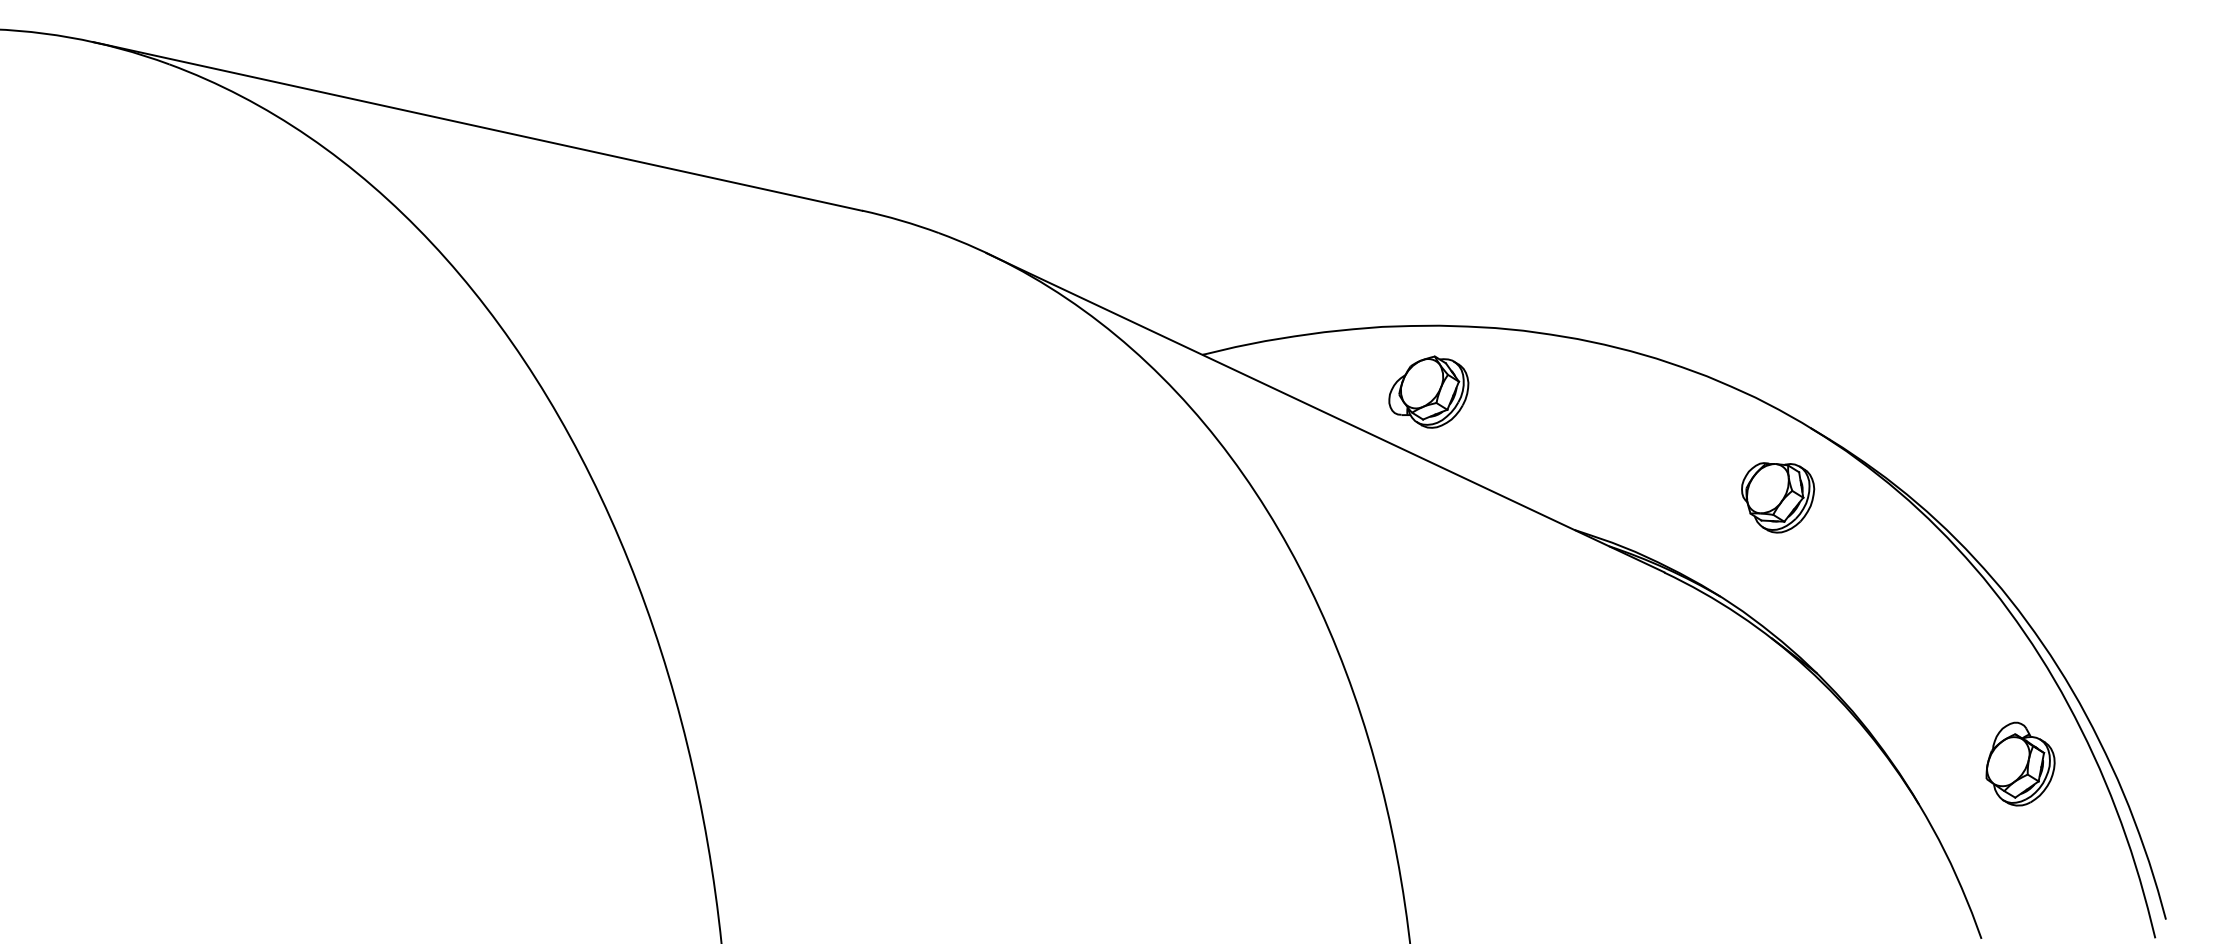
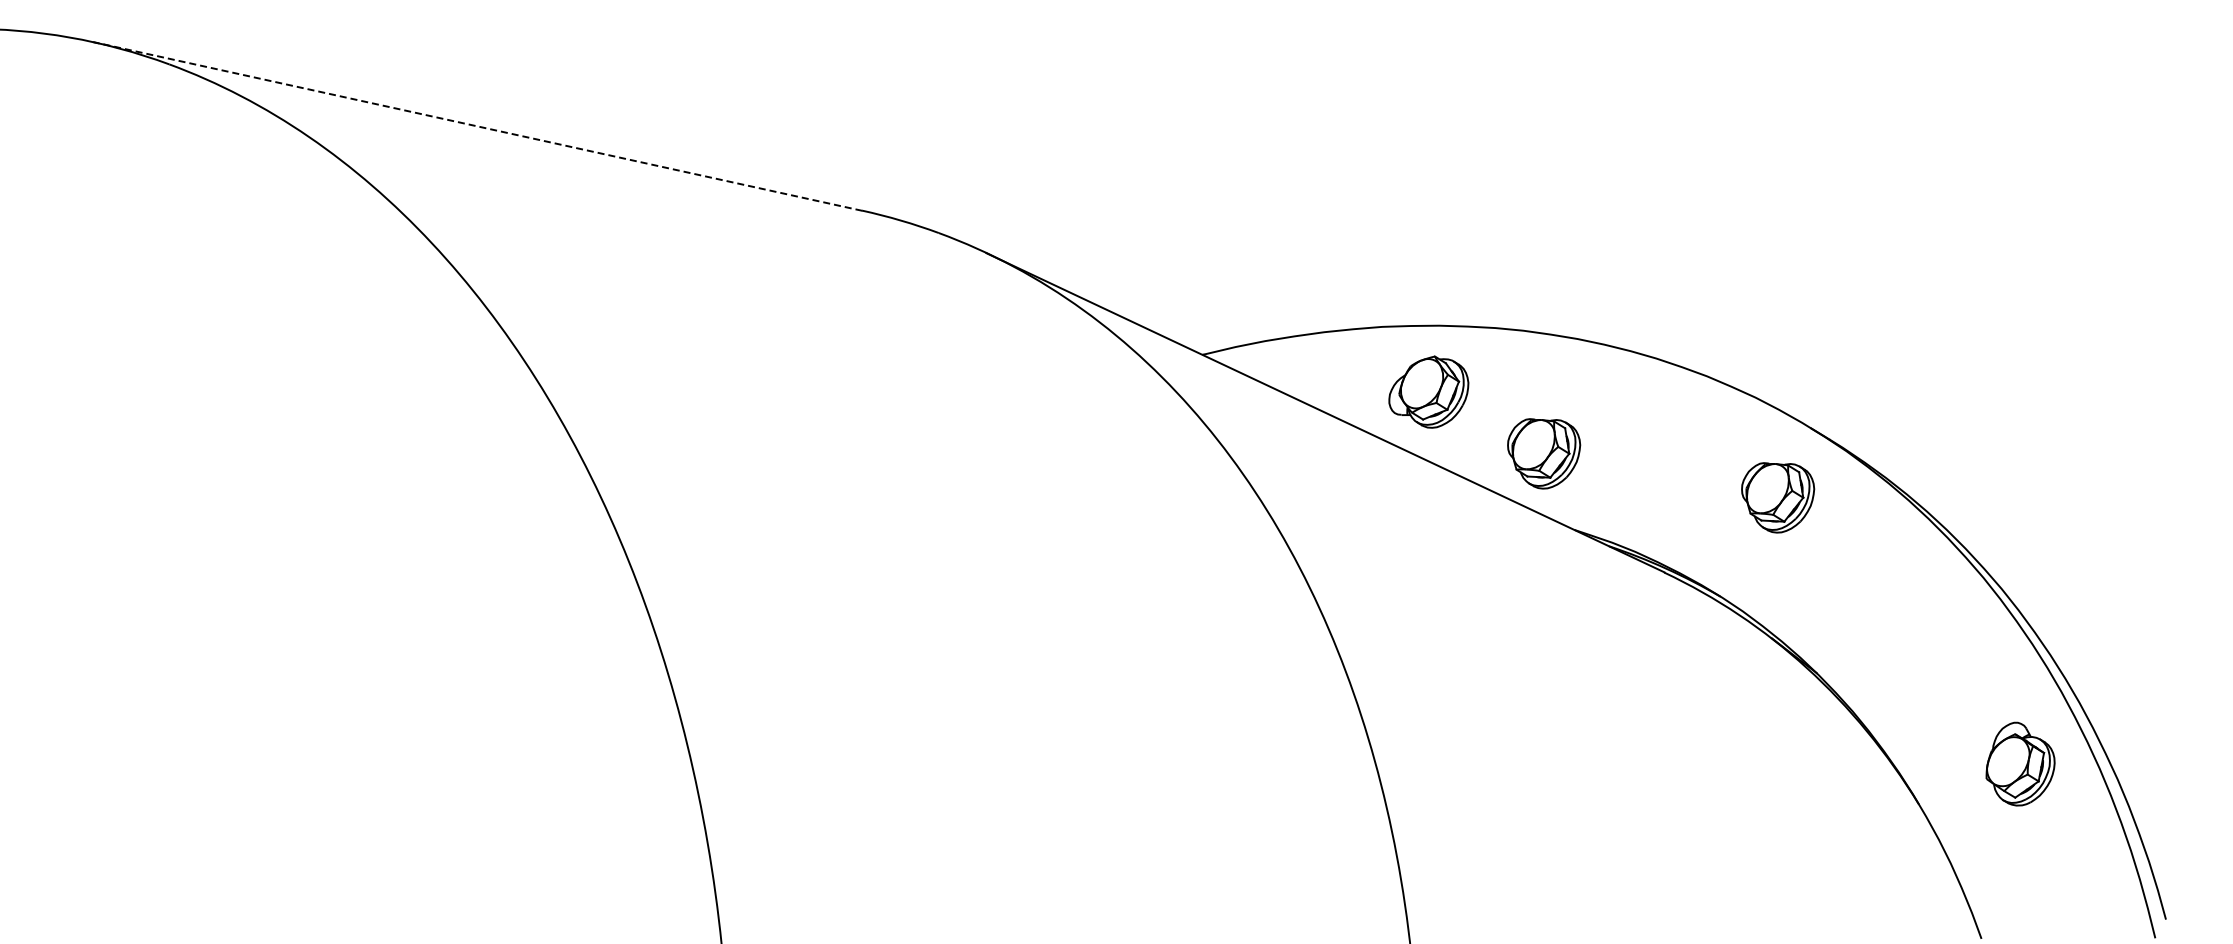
line at (477, 126): solid -> dashed
part at (1544, 453): none -> present
